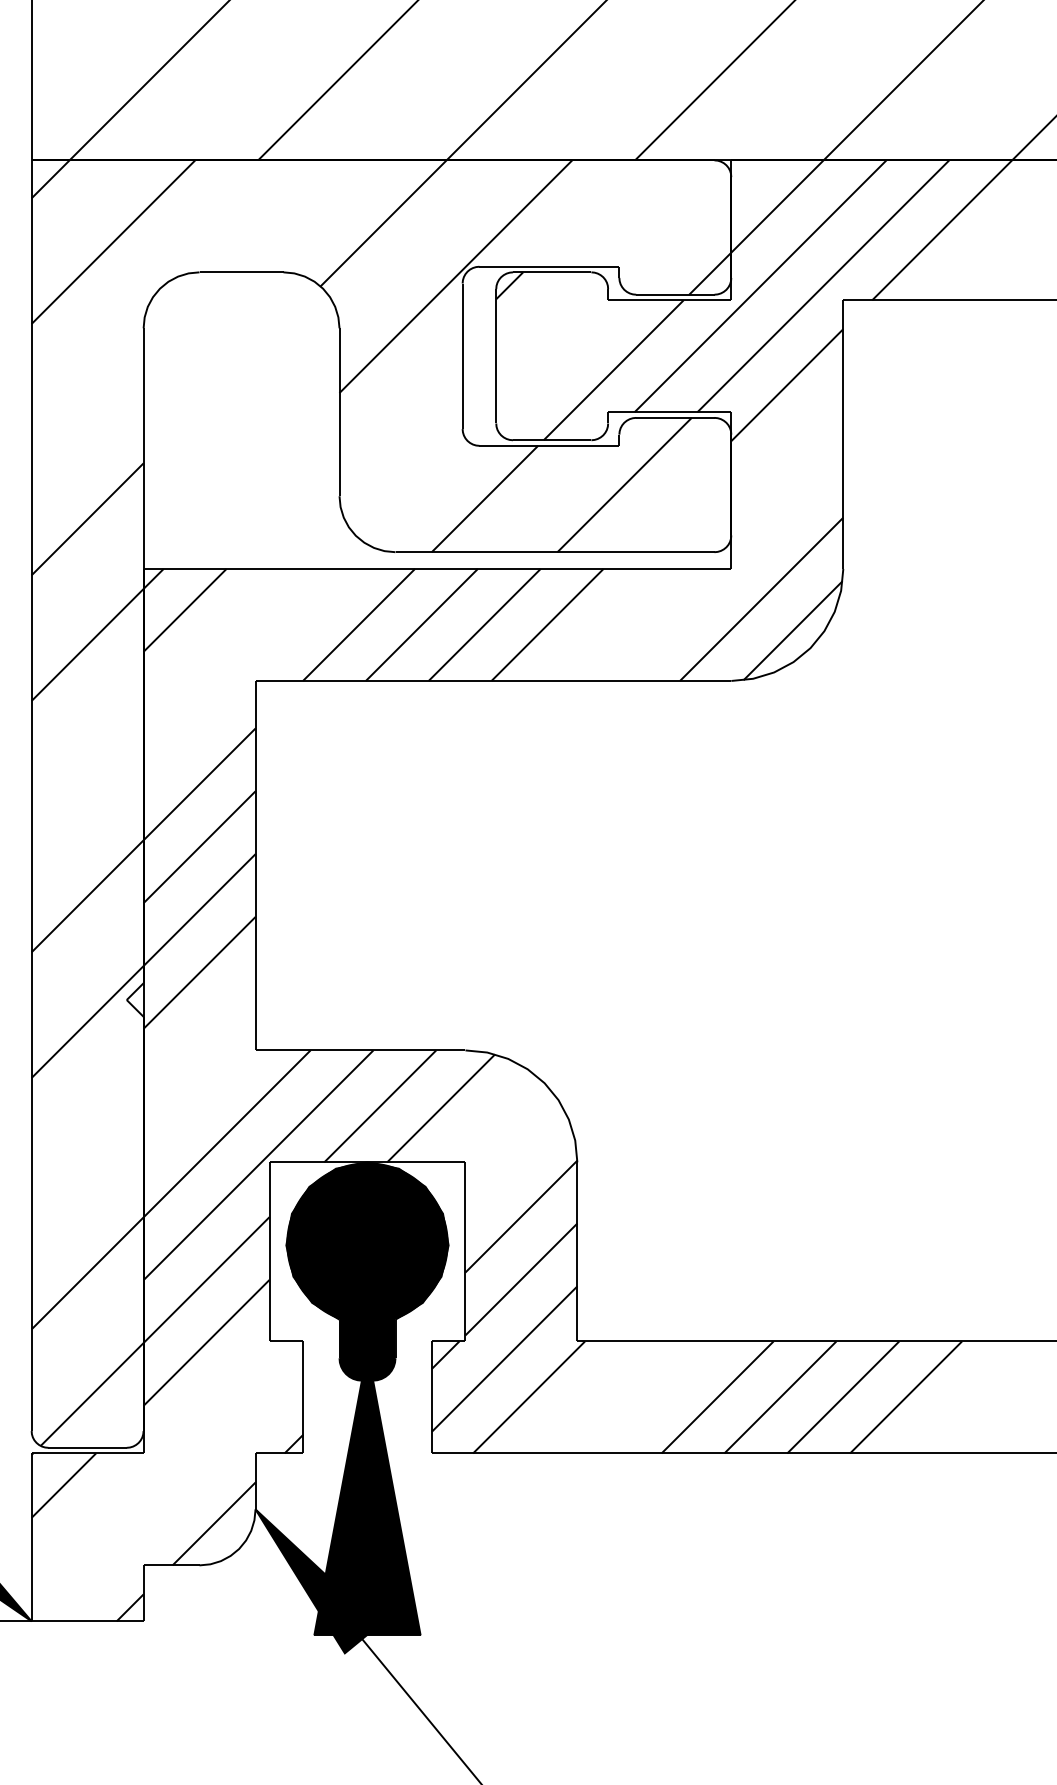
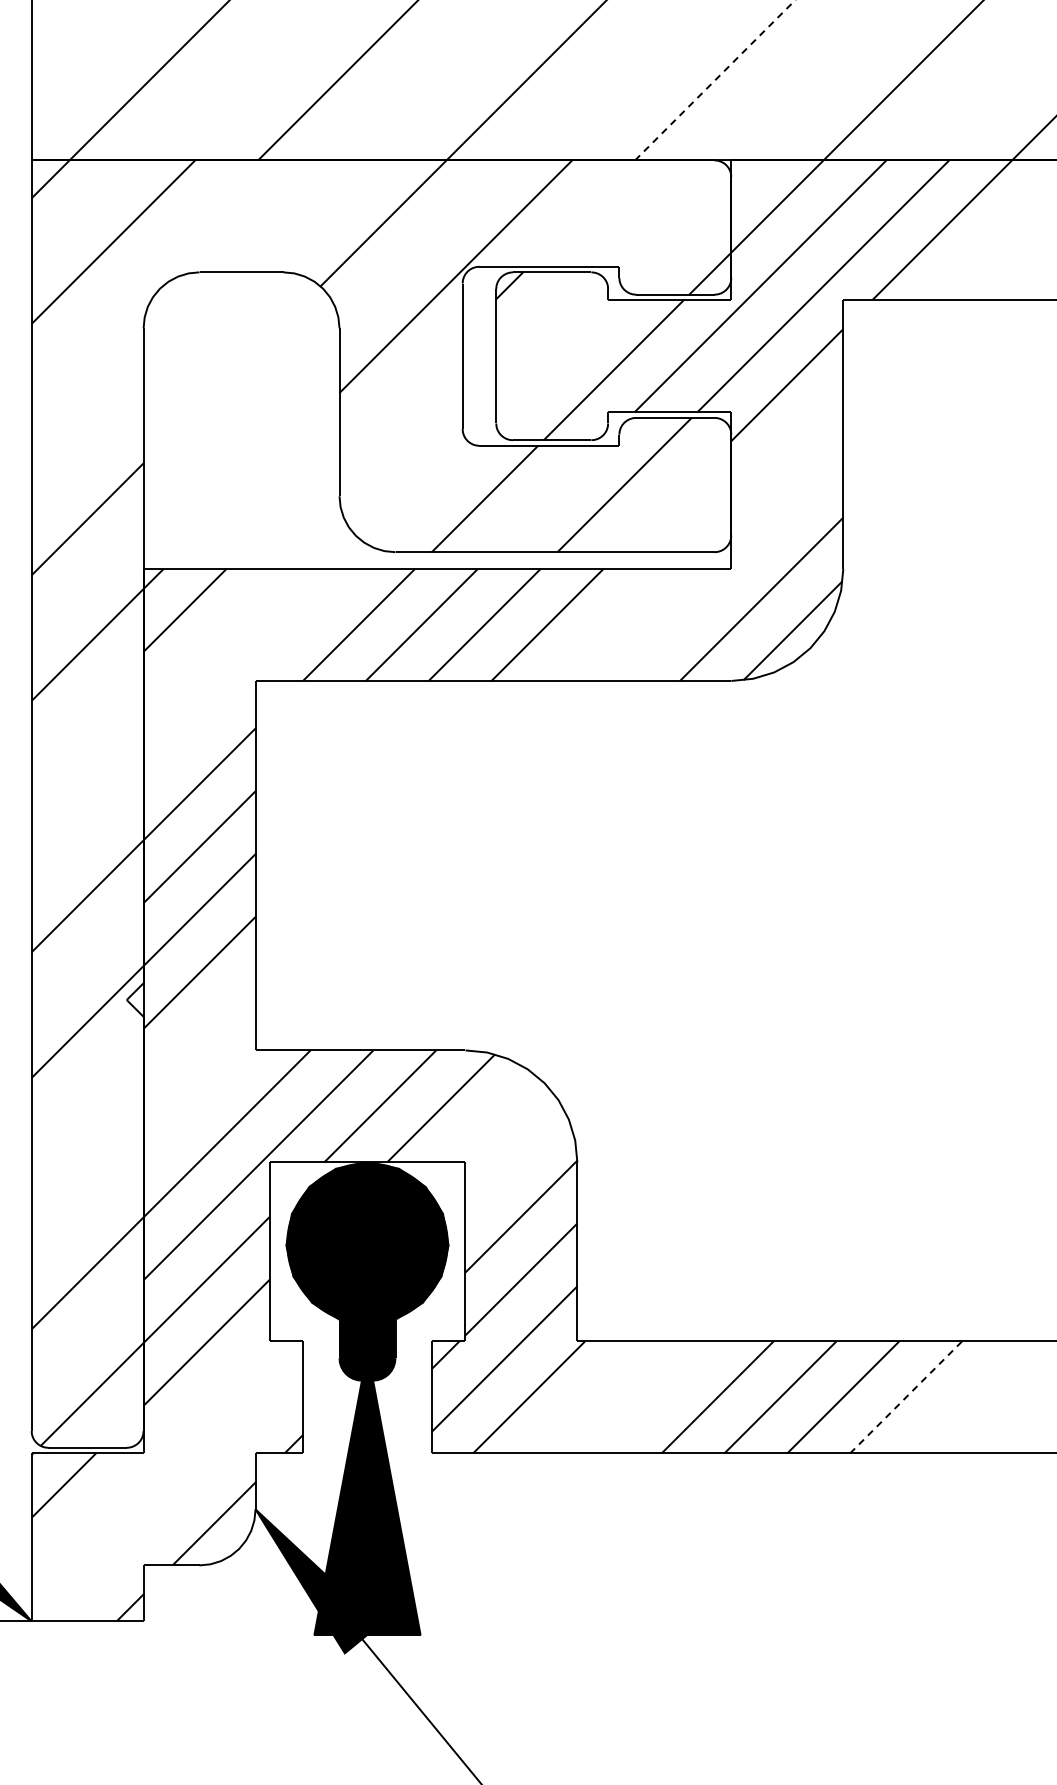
line at (714, 80): solid -> dashed
line at (906, 1397): solid -> dashed
